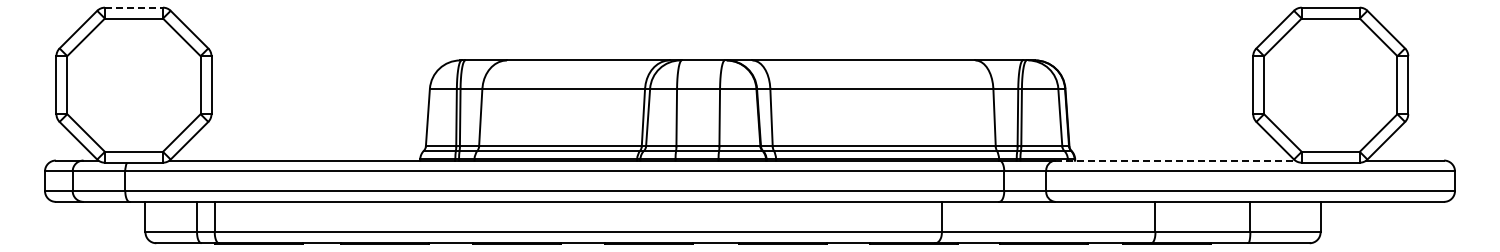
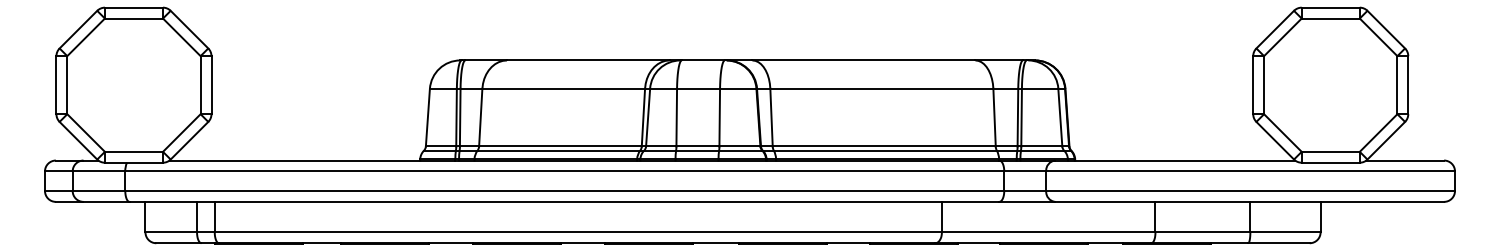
line at (134, 7): dashed -> solid
line at (1175, 160): dashed -> solid
